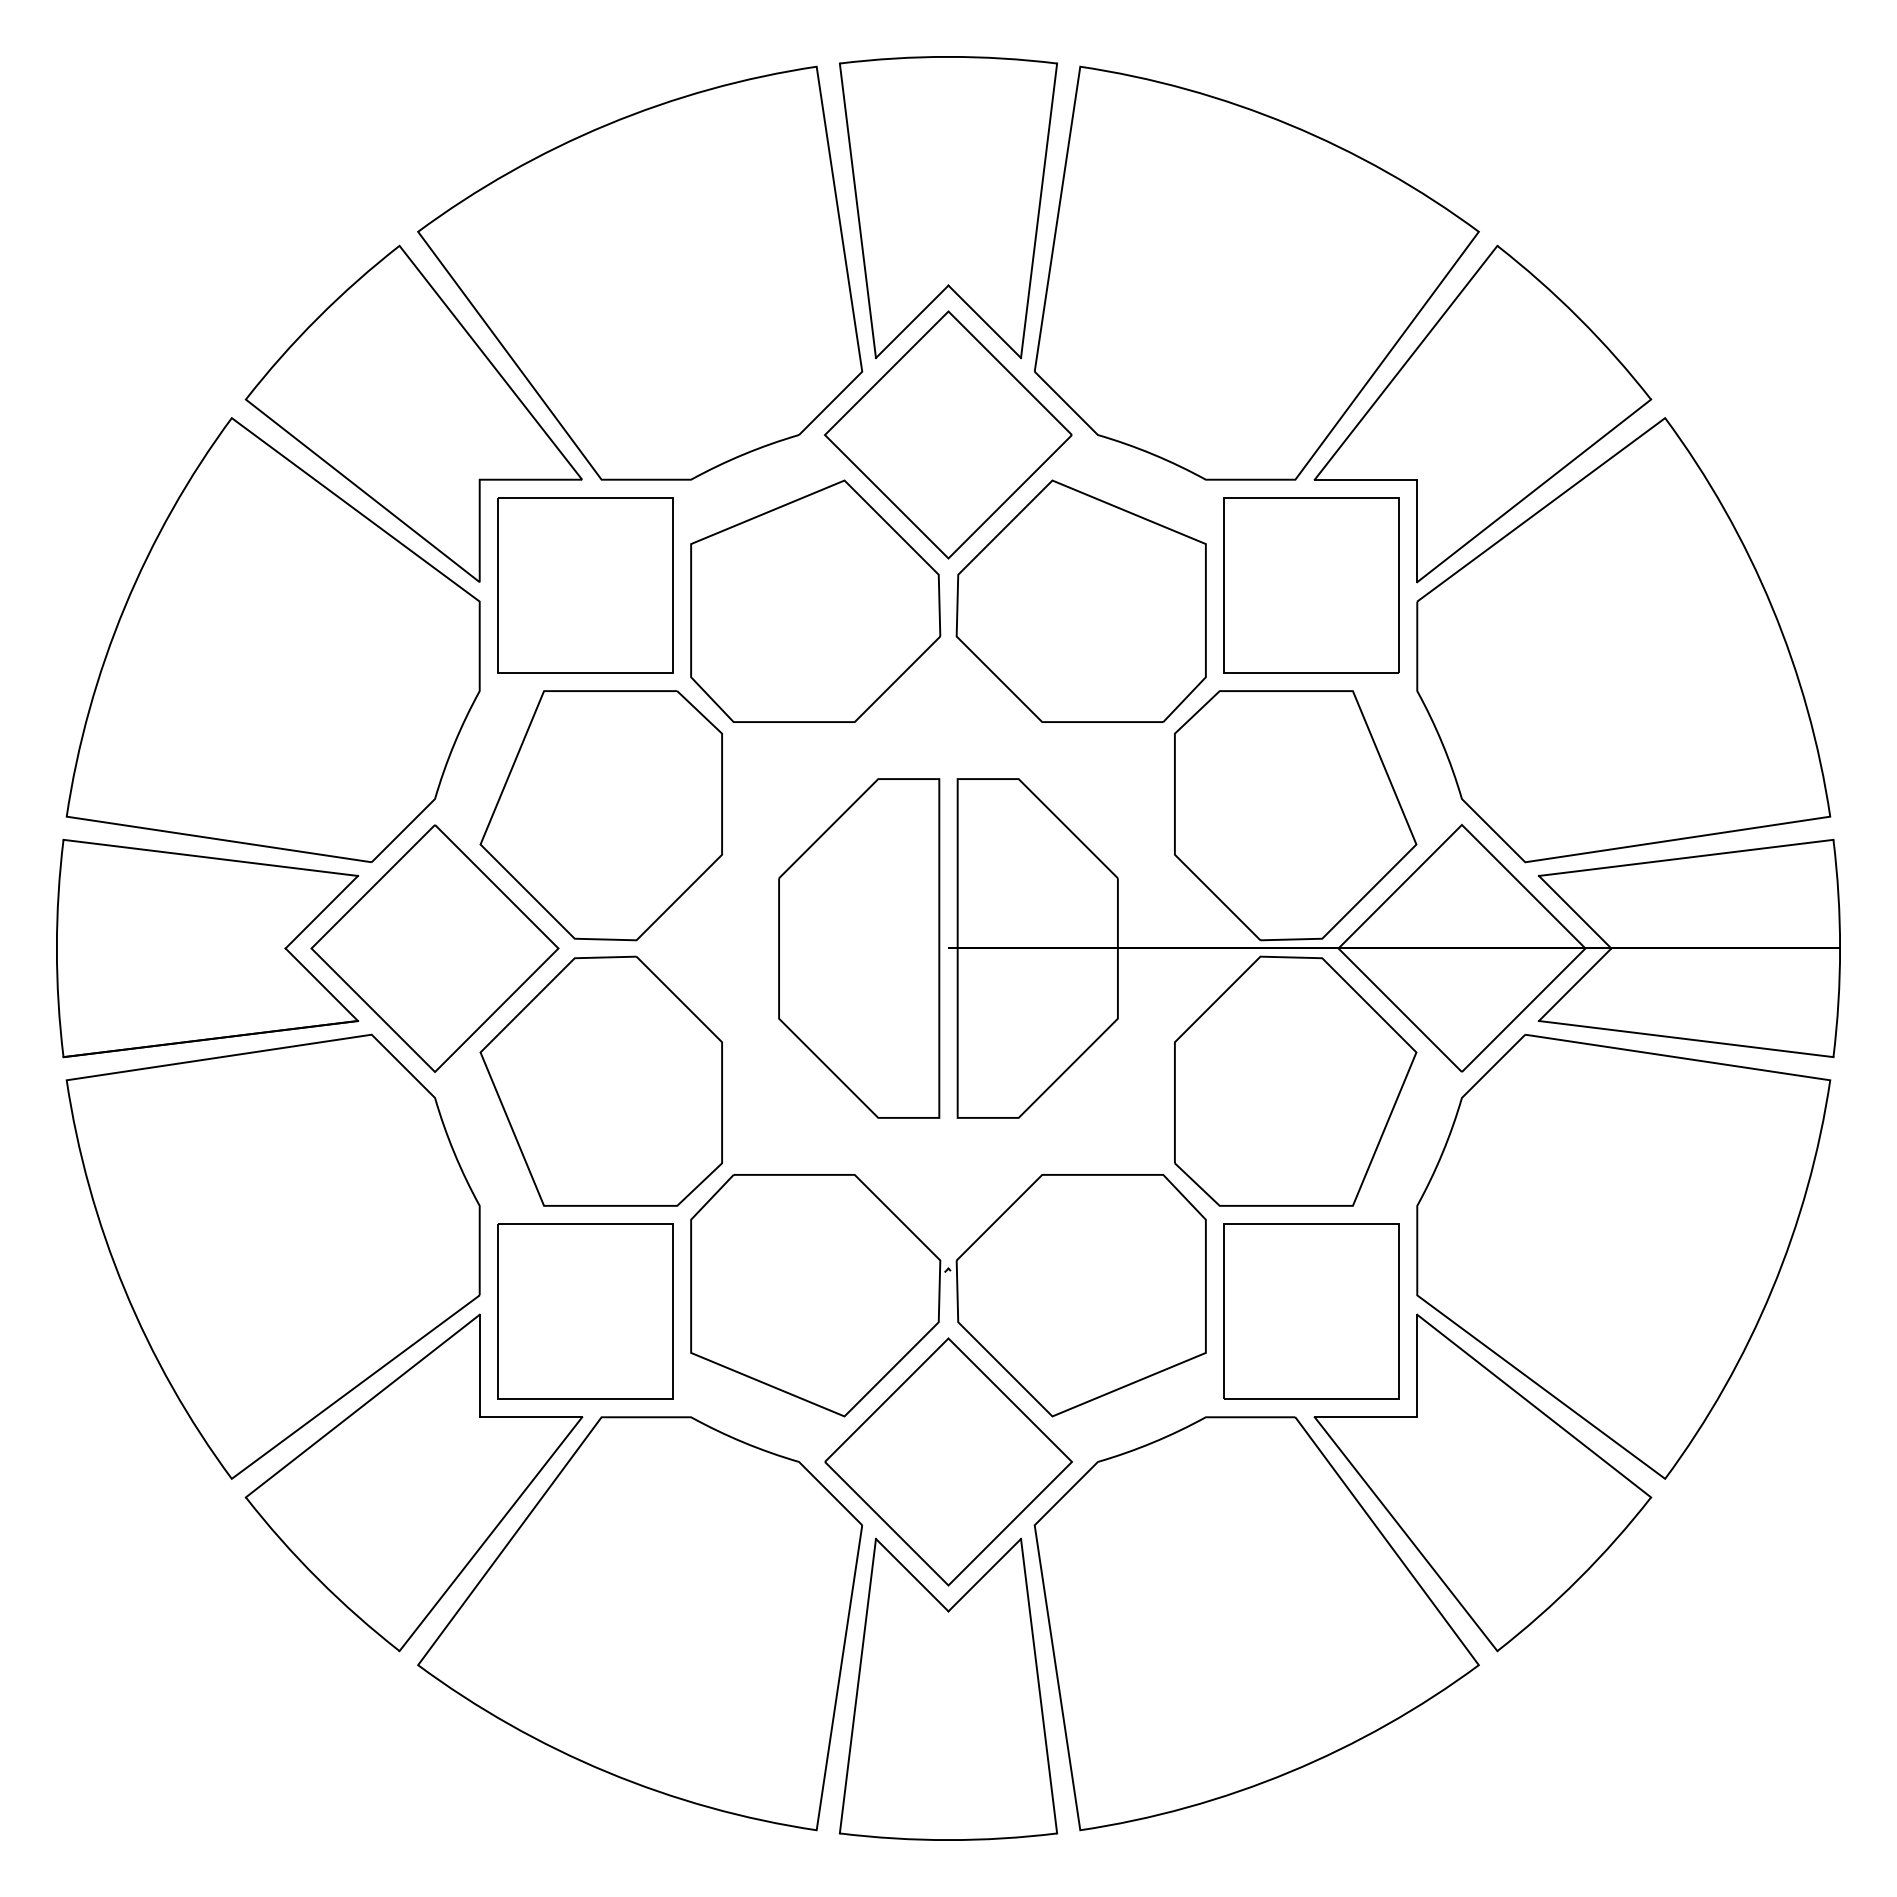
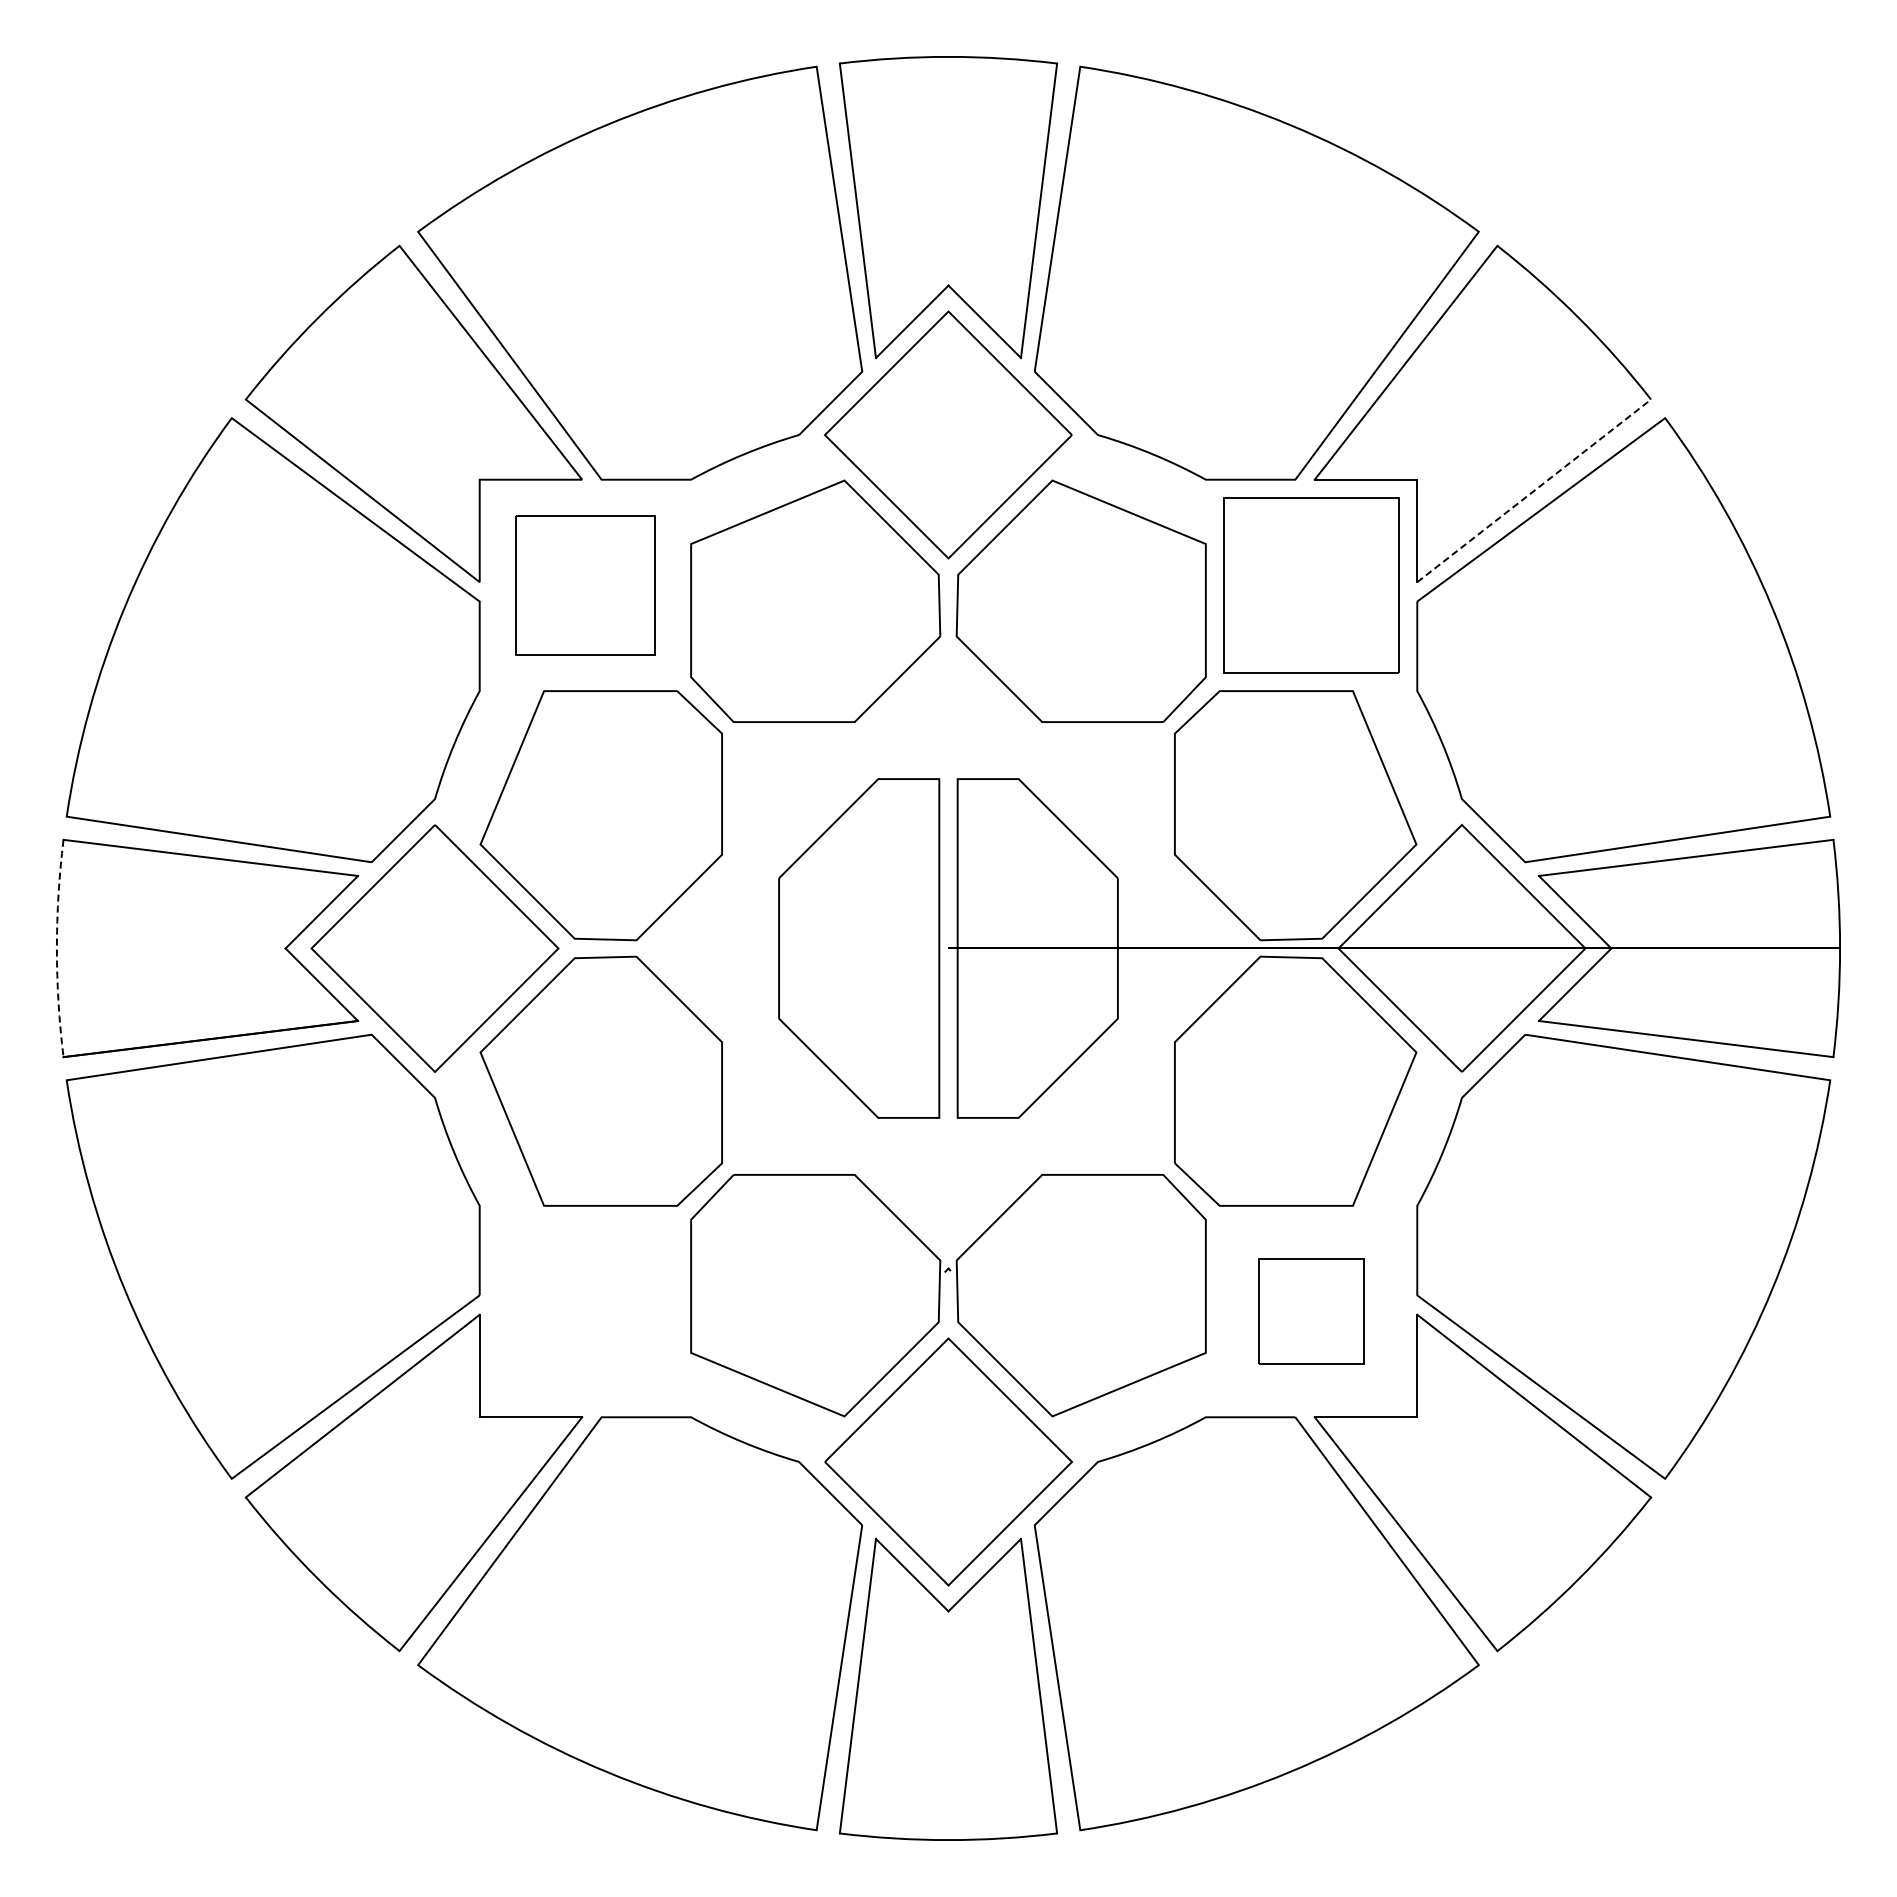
line at (1534, 490): solid -> dashed
part at (585, 585) size: 177x177 px -> 141x141 px
arc at (56, 948): solid -> dashed
part at (585, 1311): present -> none
part at (1311, 1311) size: 177x177 px -> 107x107 px
